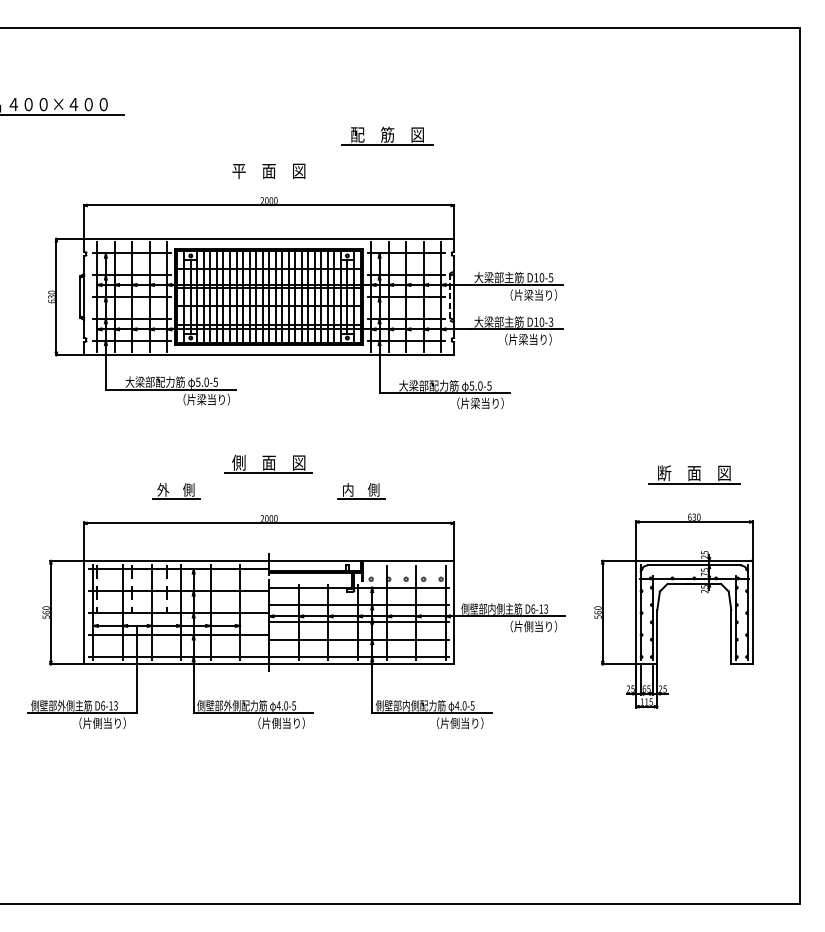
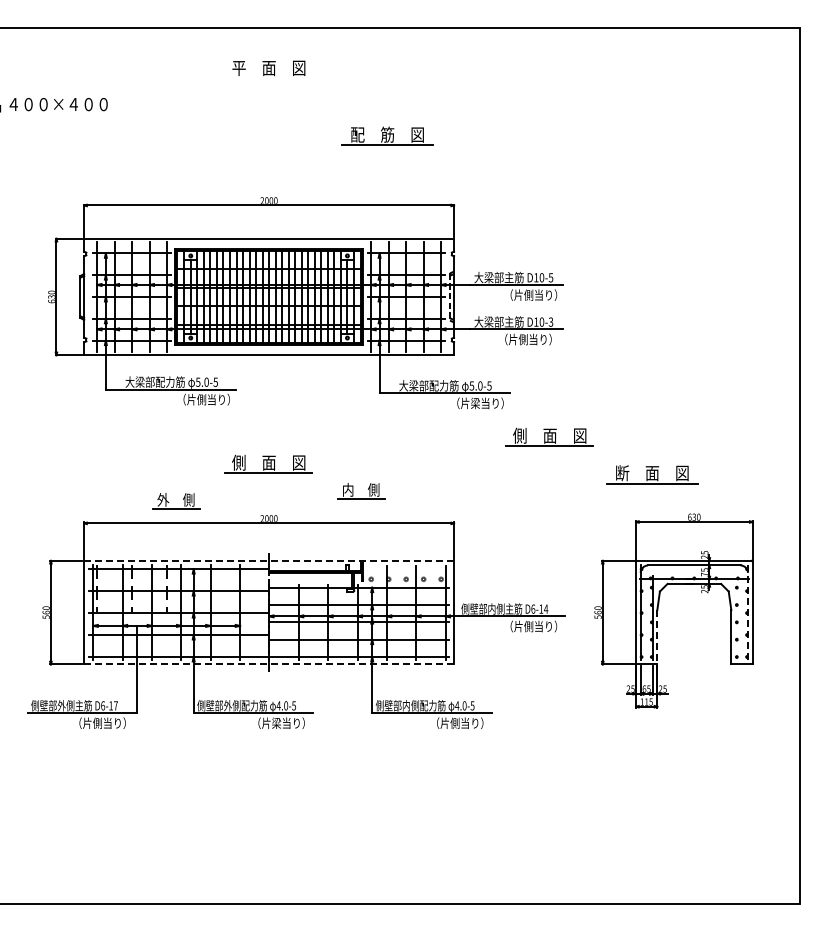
line at (62, 114): present -> none
text at (268, 171) position: (268, 171) -> (268, 68)
text at (528, 294): （片梁当り） -> （片側当り）
text at (522, 339): （片梁当り） -> （片側当り）
text at (201, 399): （片梁当り） -> （片側当り）
part at (549, 436): none -> present
part at (694, 474) position: (694, 474) -> (652, 474)
part at (176, 498) position: (176, 498) -> (176, 508)
line at (269, 560): solid -> dashed
text at (546, 608): D6-13 -> D6-14
line at (747, 612): solid -> dashed
line at (735, 617): present -> none
line at (657, 637): solid -> dashed
line at (269, 664): solid -> dashed
text at (115, 705): D6-13 -> D6-17
text at (276, 722): （片側当り） -> （片梁当り）
